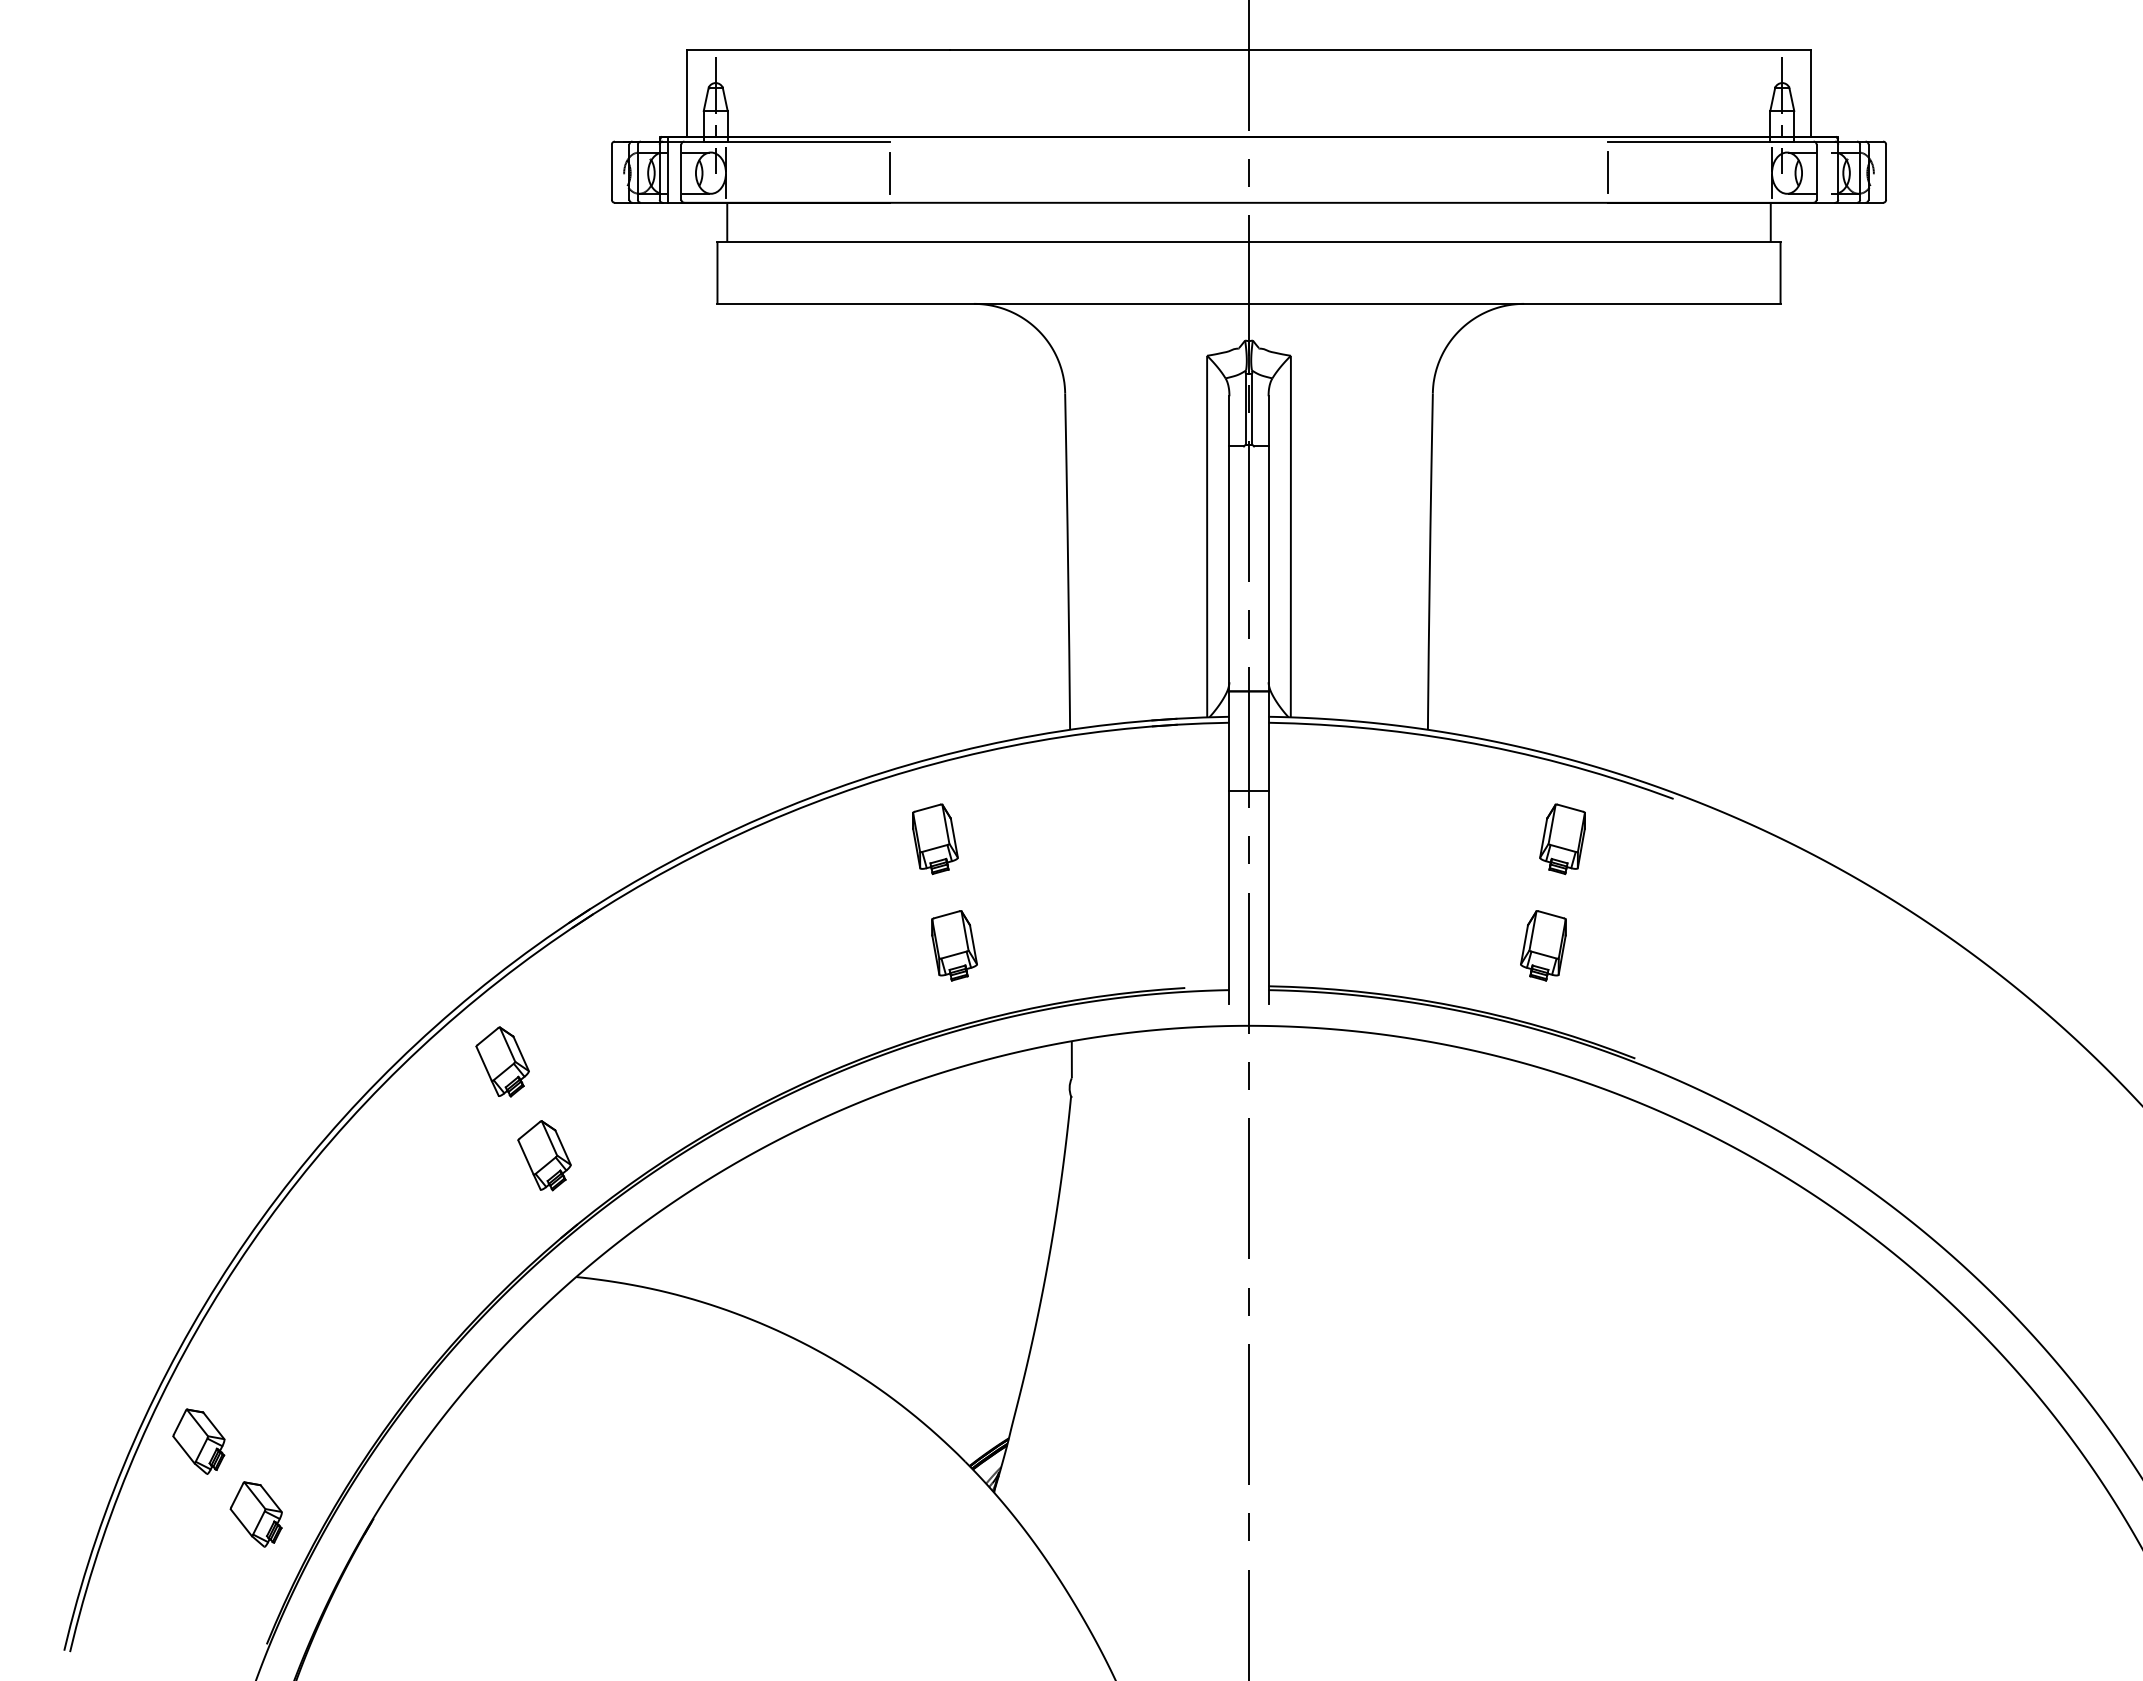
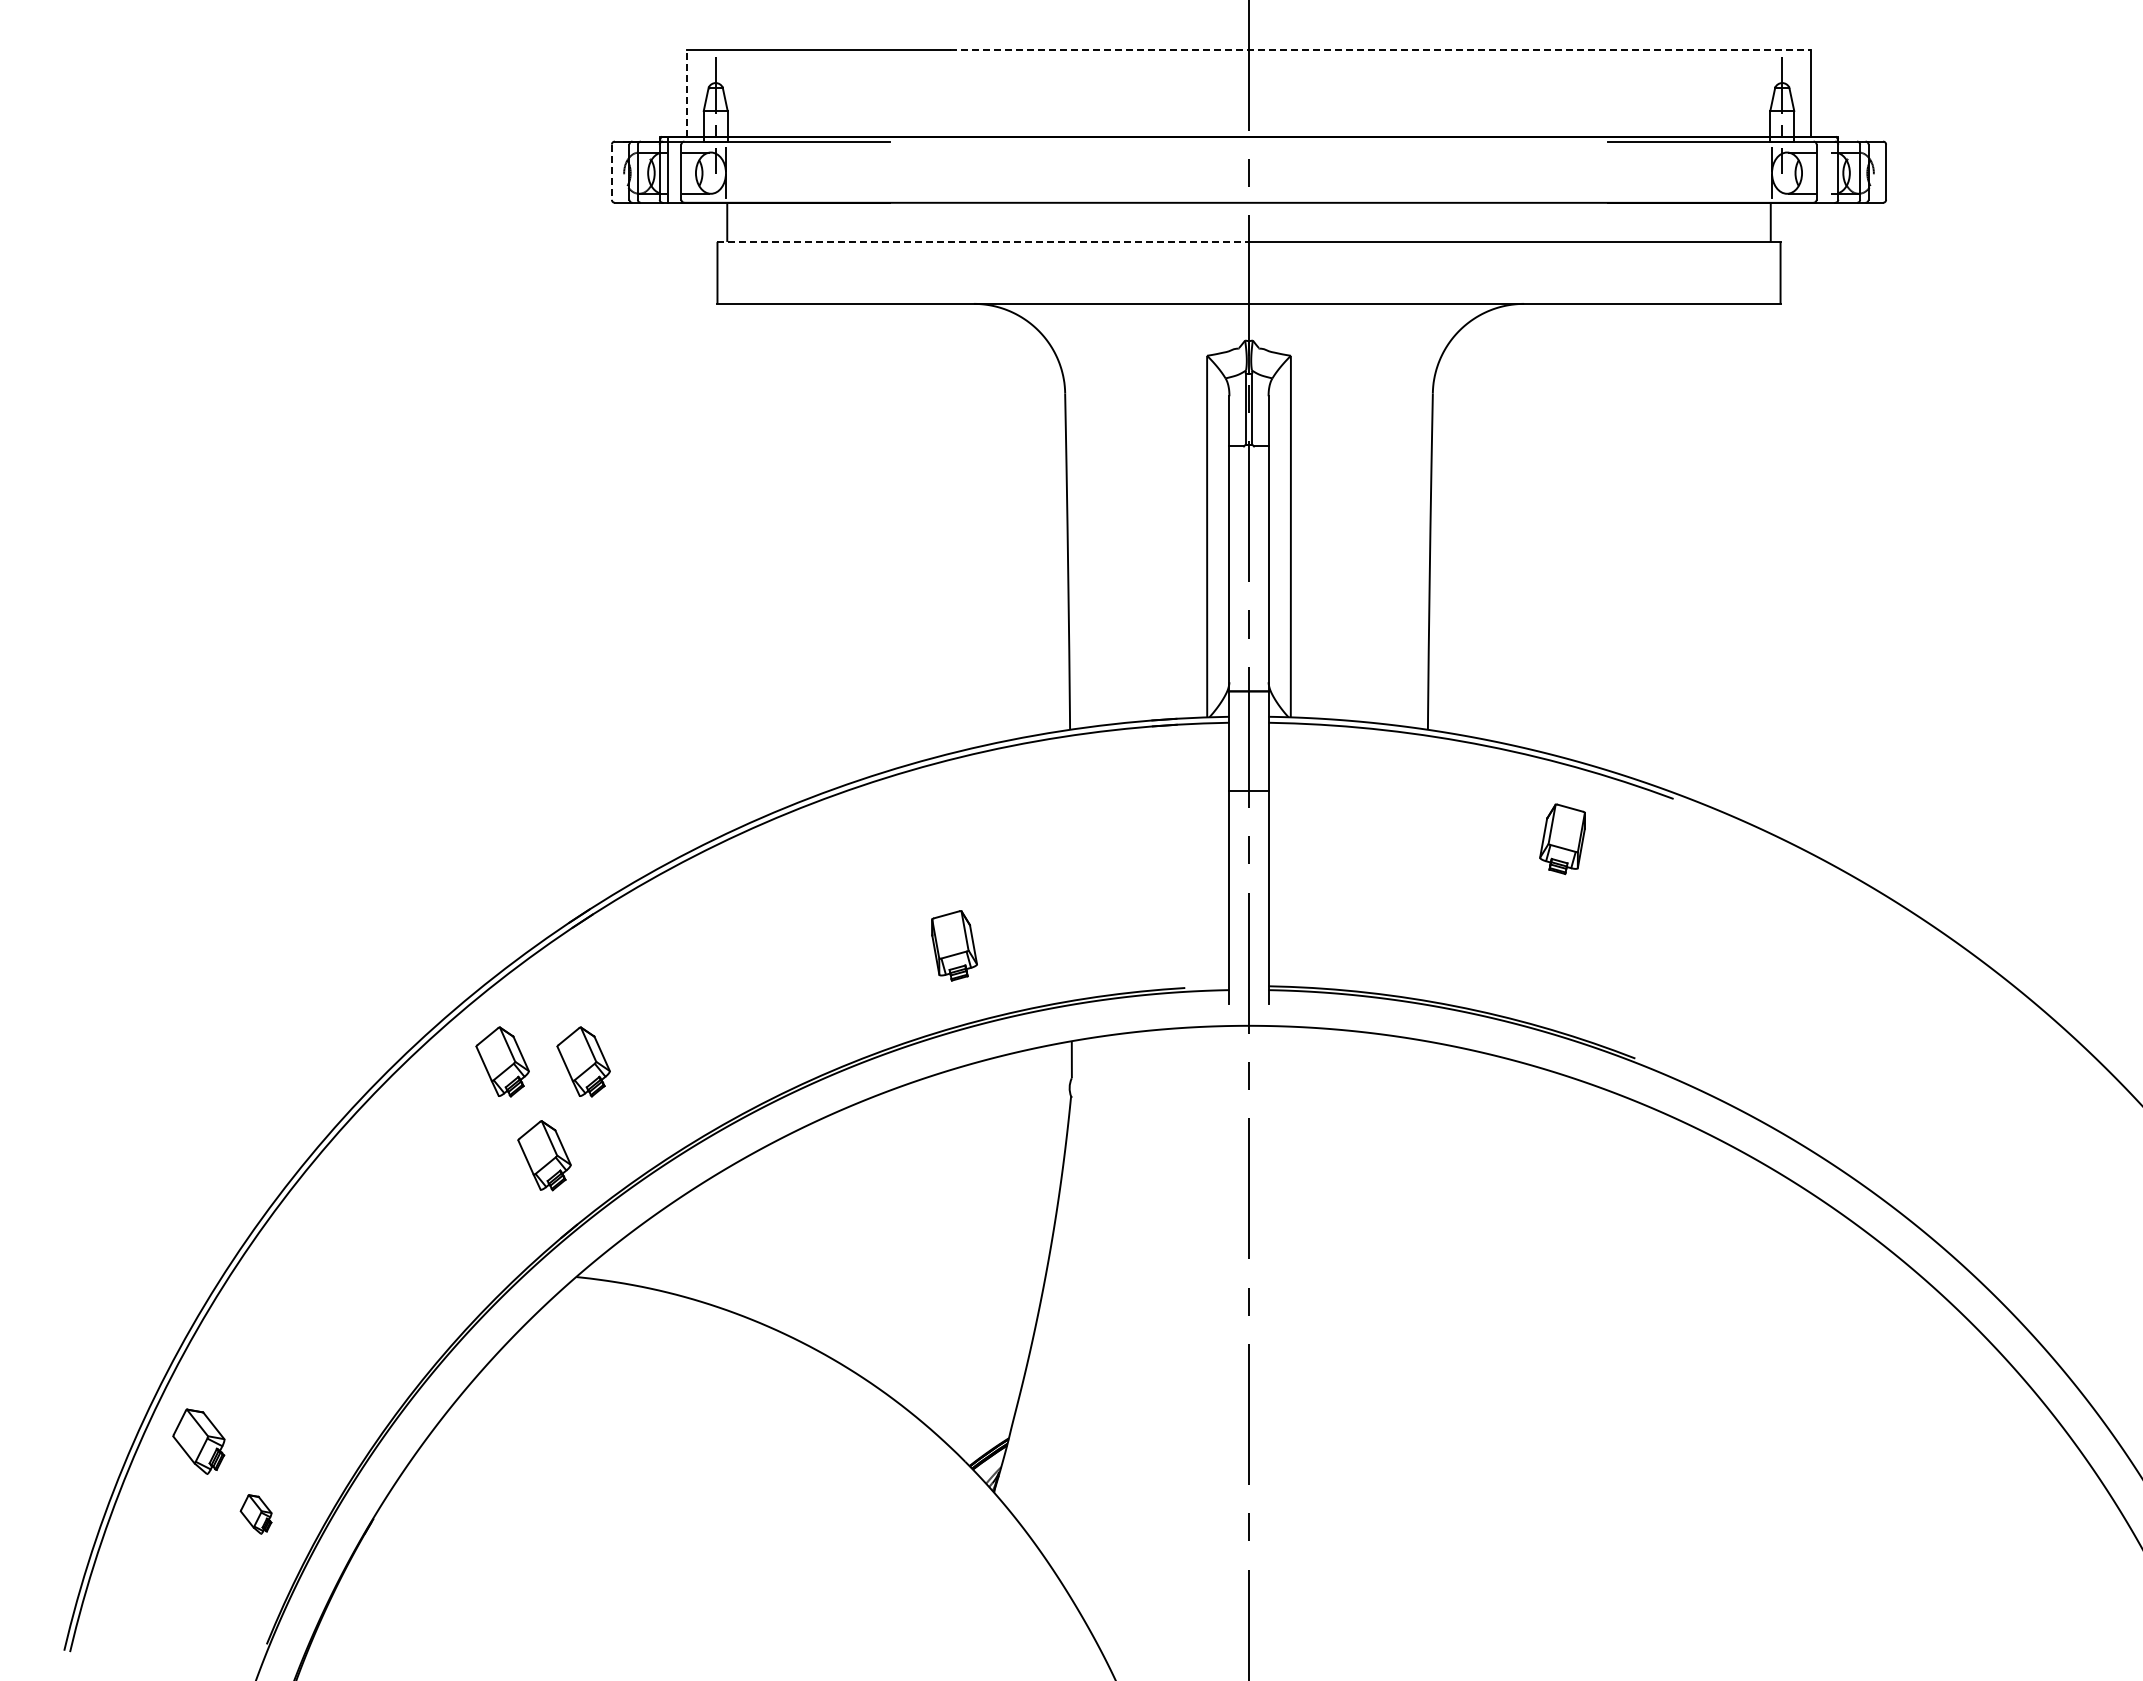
line at (1381, 50): solid -> dashed
line at (687, 93): solid -> dashed
line at (611, 172): solid -> dashed
line at (1608, 172): present -> none
line at (889, 173): present -> none
line at (983, 241): solid -> dashed
part at (935, 839): present -> none
part at (1543, 945): present -> none
part at (583, 1061): none -> present
part at (255, 1514) size: 54x67 px -> 34x41 px
